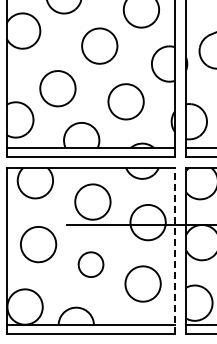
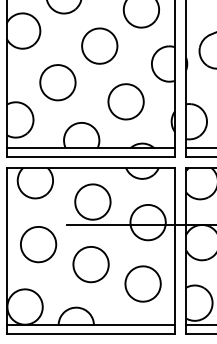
part at (57, 88) position: (57, 88) -> (57, 82)
line at (175, 250): dashed -> solid
part at (90, 264) size: 28x27 px -> 38x38 px
